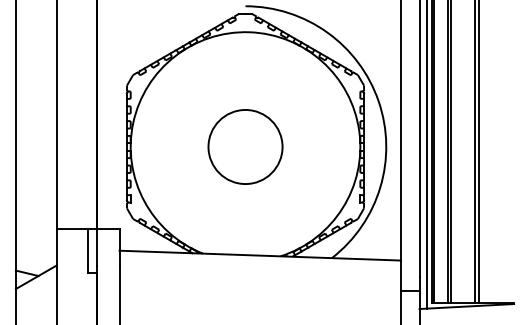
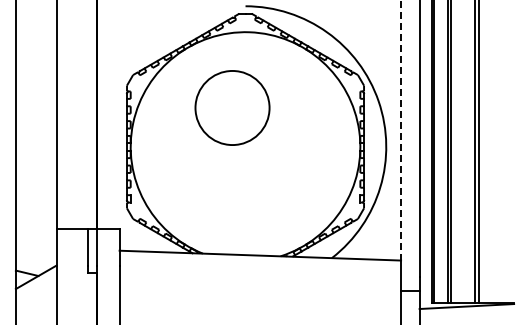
line at (401, 130): solid -> dashed
circle at (245, 146) position: (245, 146) -> (232, 107)
line at (427, 155): present -> none
